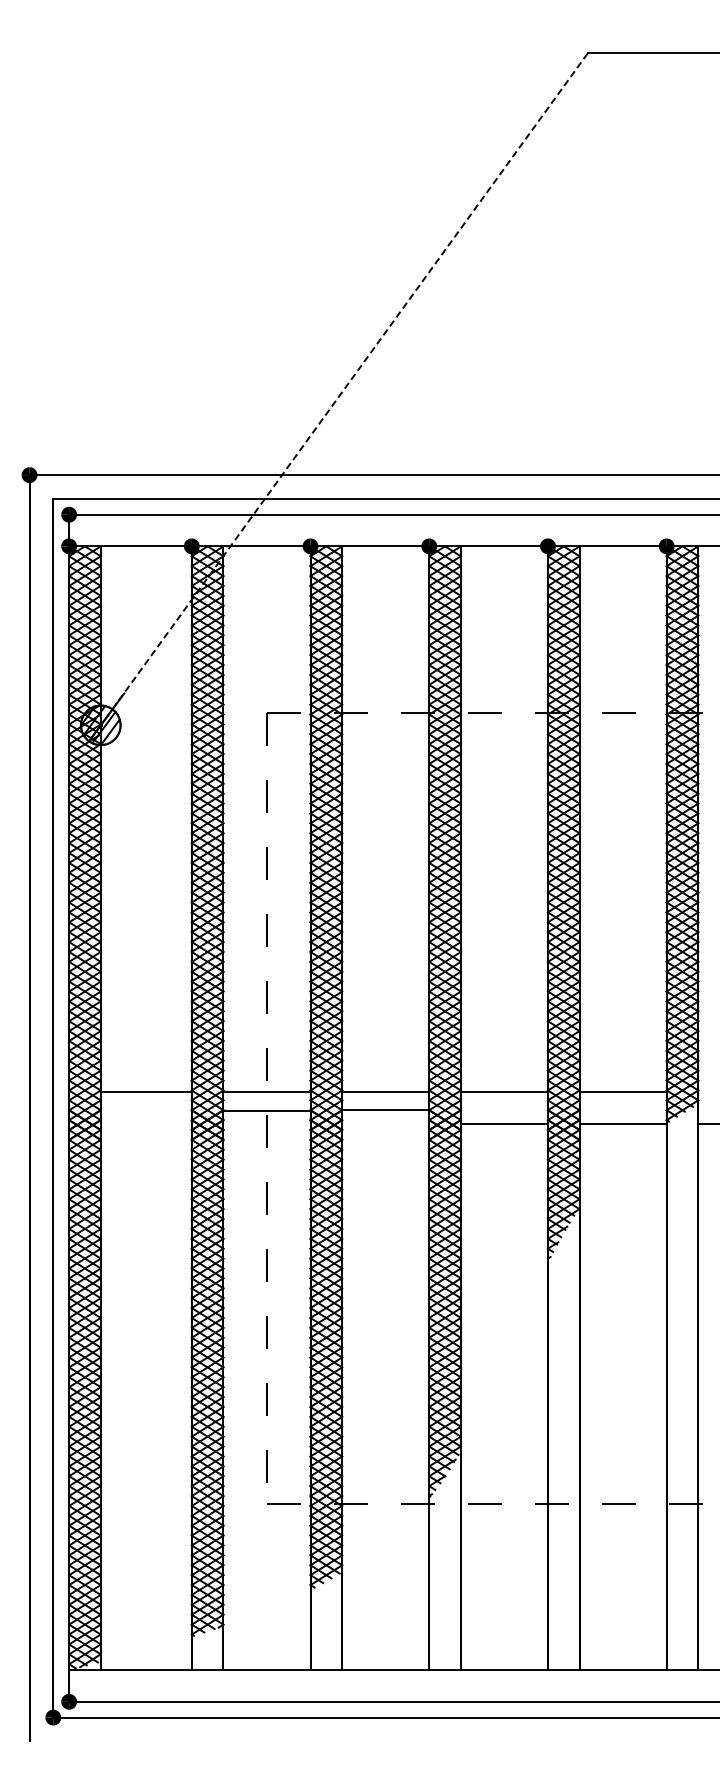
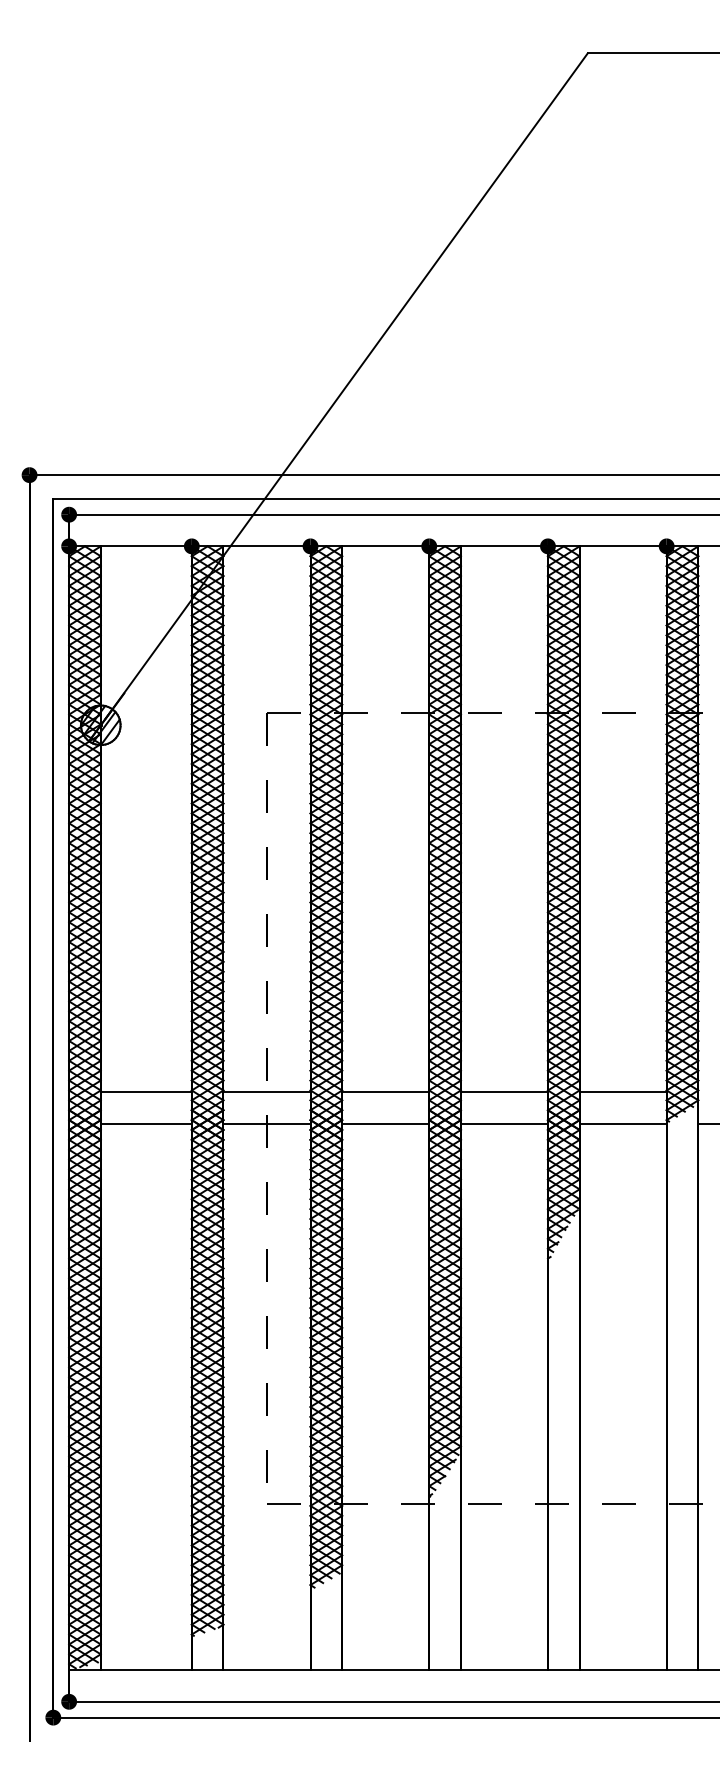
line at (346, 386): dashed -> solid
line at (385, 1110) position: (385, 1110) -> (385, 1124)
line at (266, 1111) position: (266, 1111) -> (266, 1124)
line at (145, 1124): none -> present
